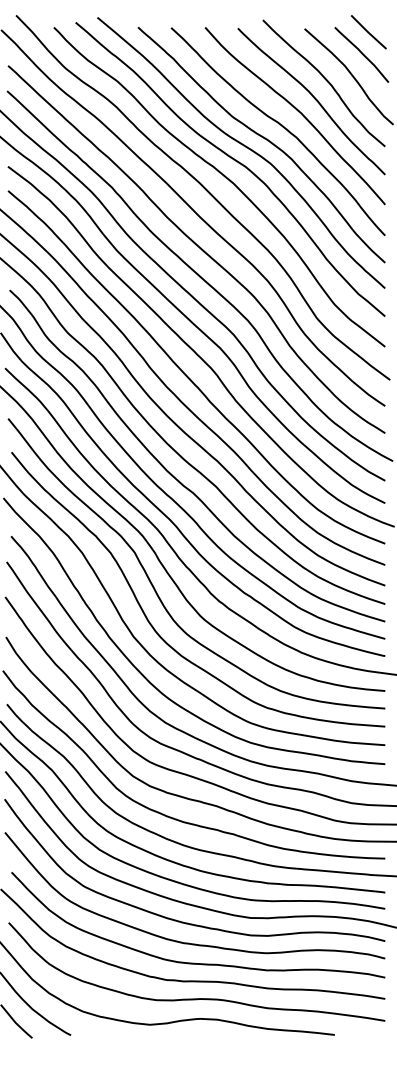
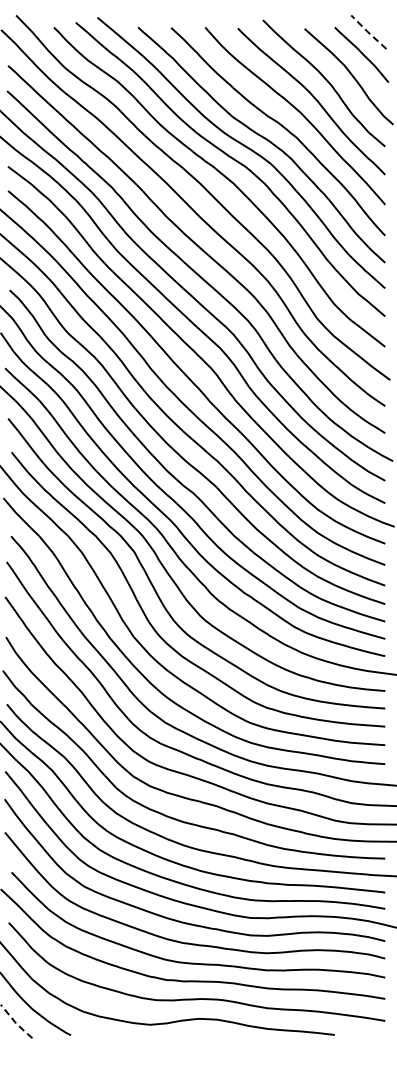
line at (368, 32): solid -> dashed
line at (15, 1022): solid -> dashed
